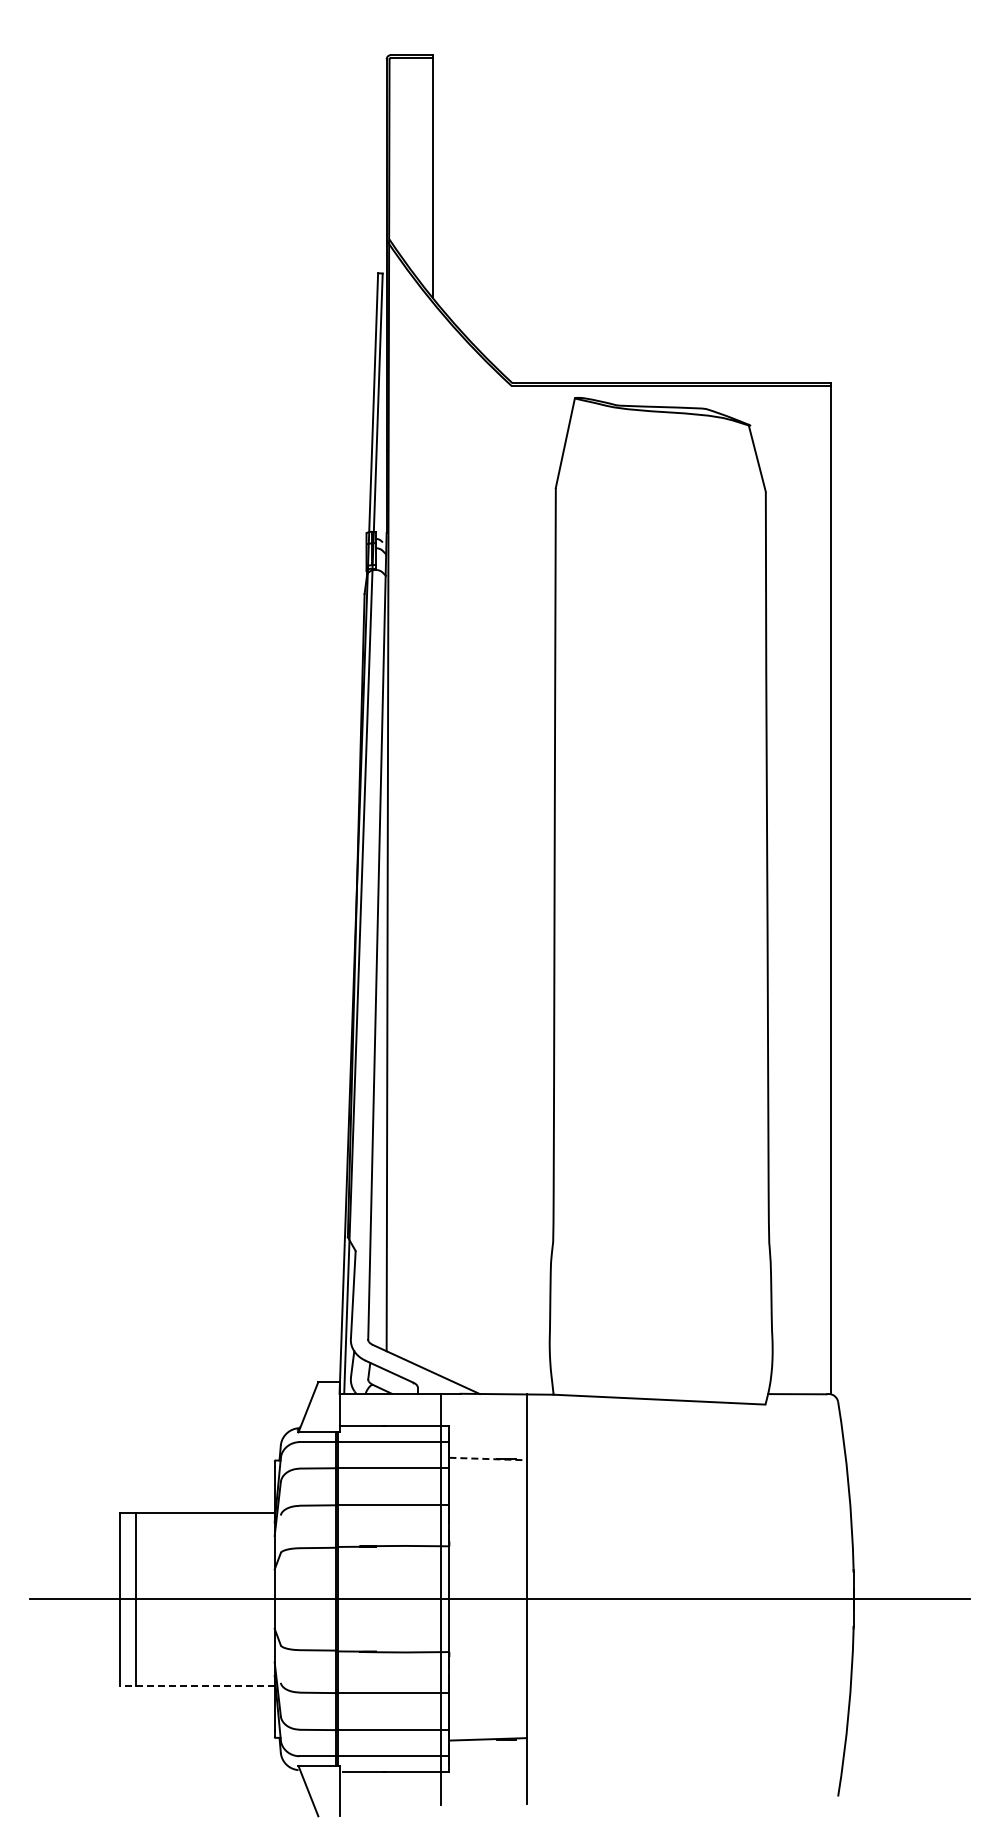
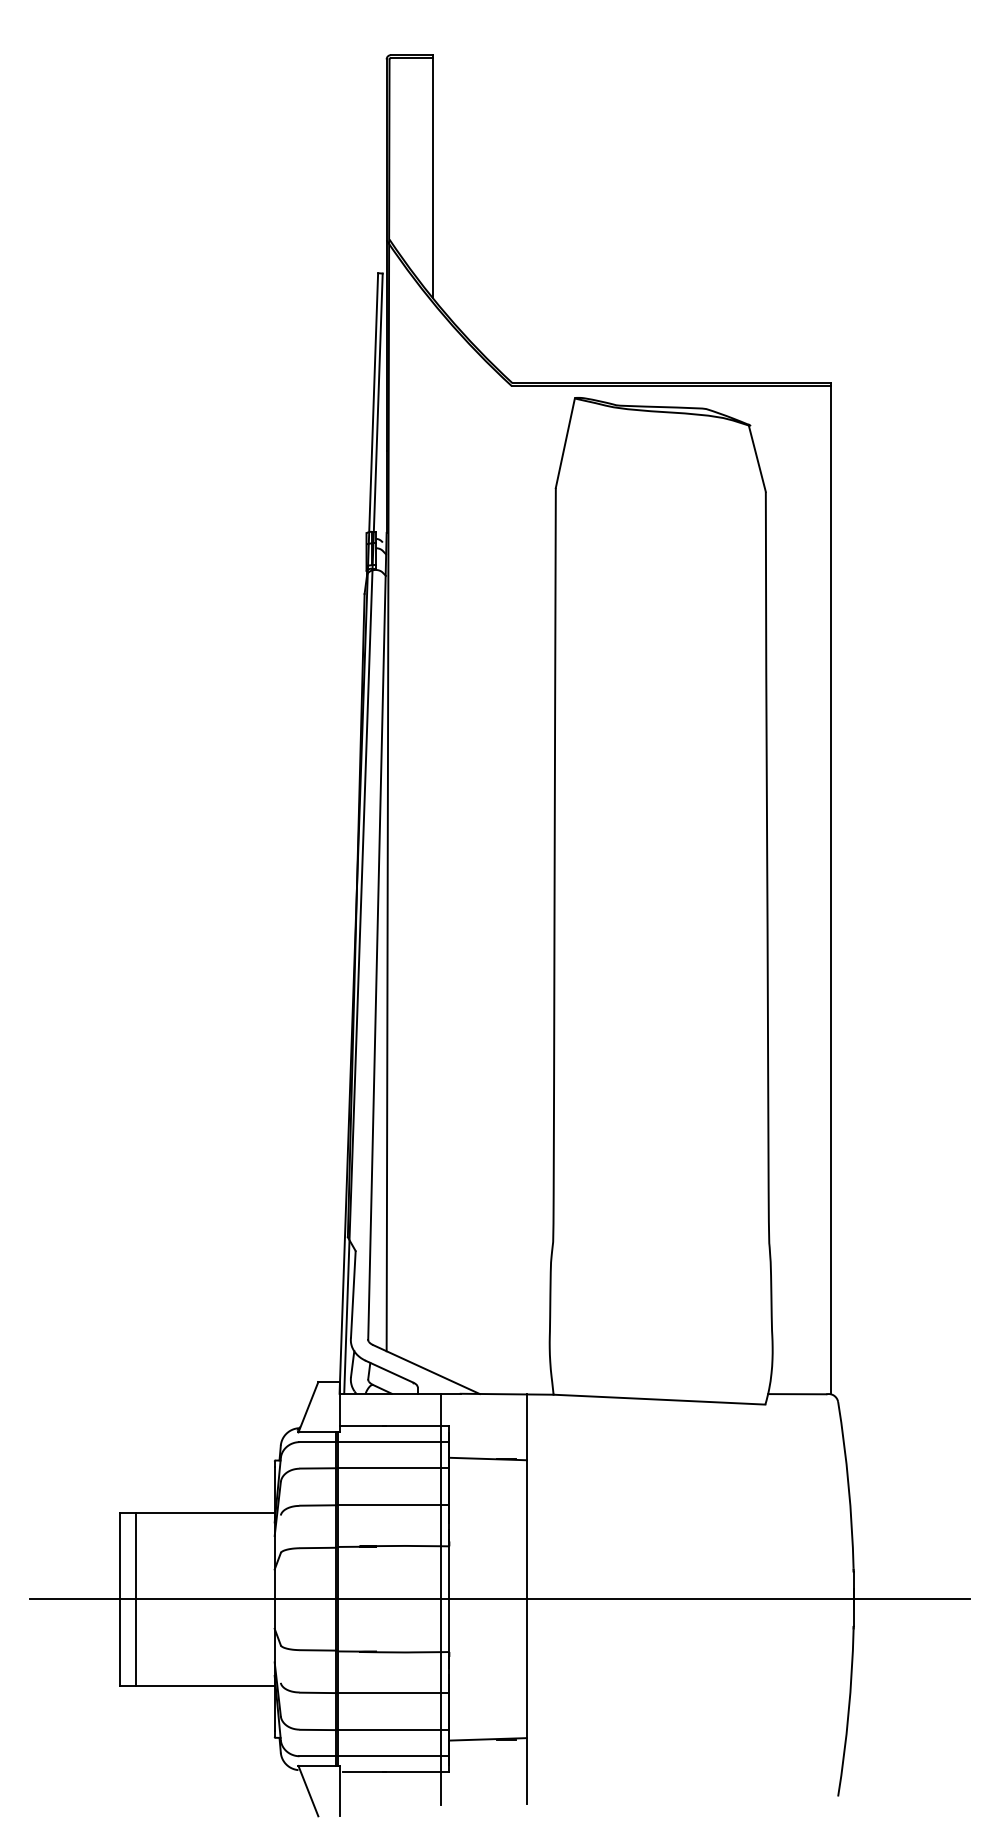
line at (488, 1459): dashed -> solid
line at (197, 1685): dashed -> solid
